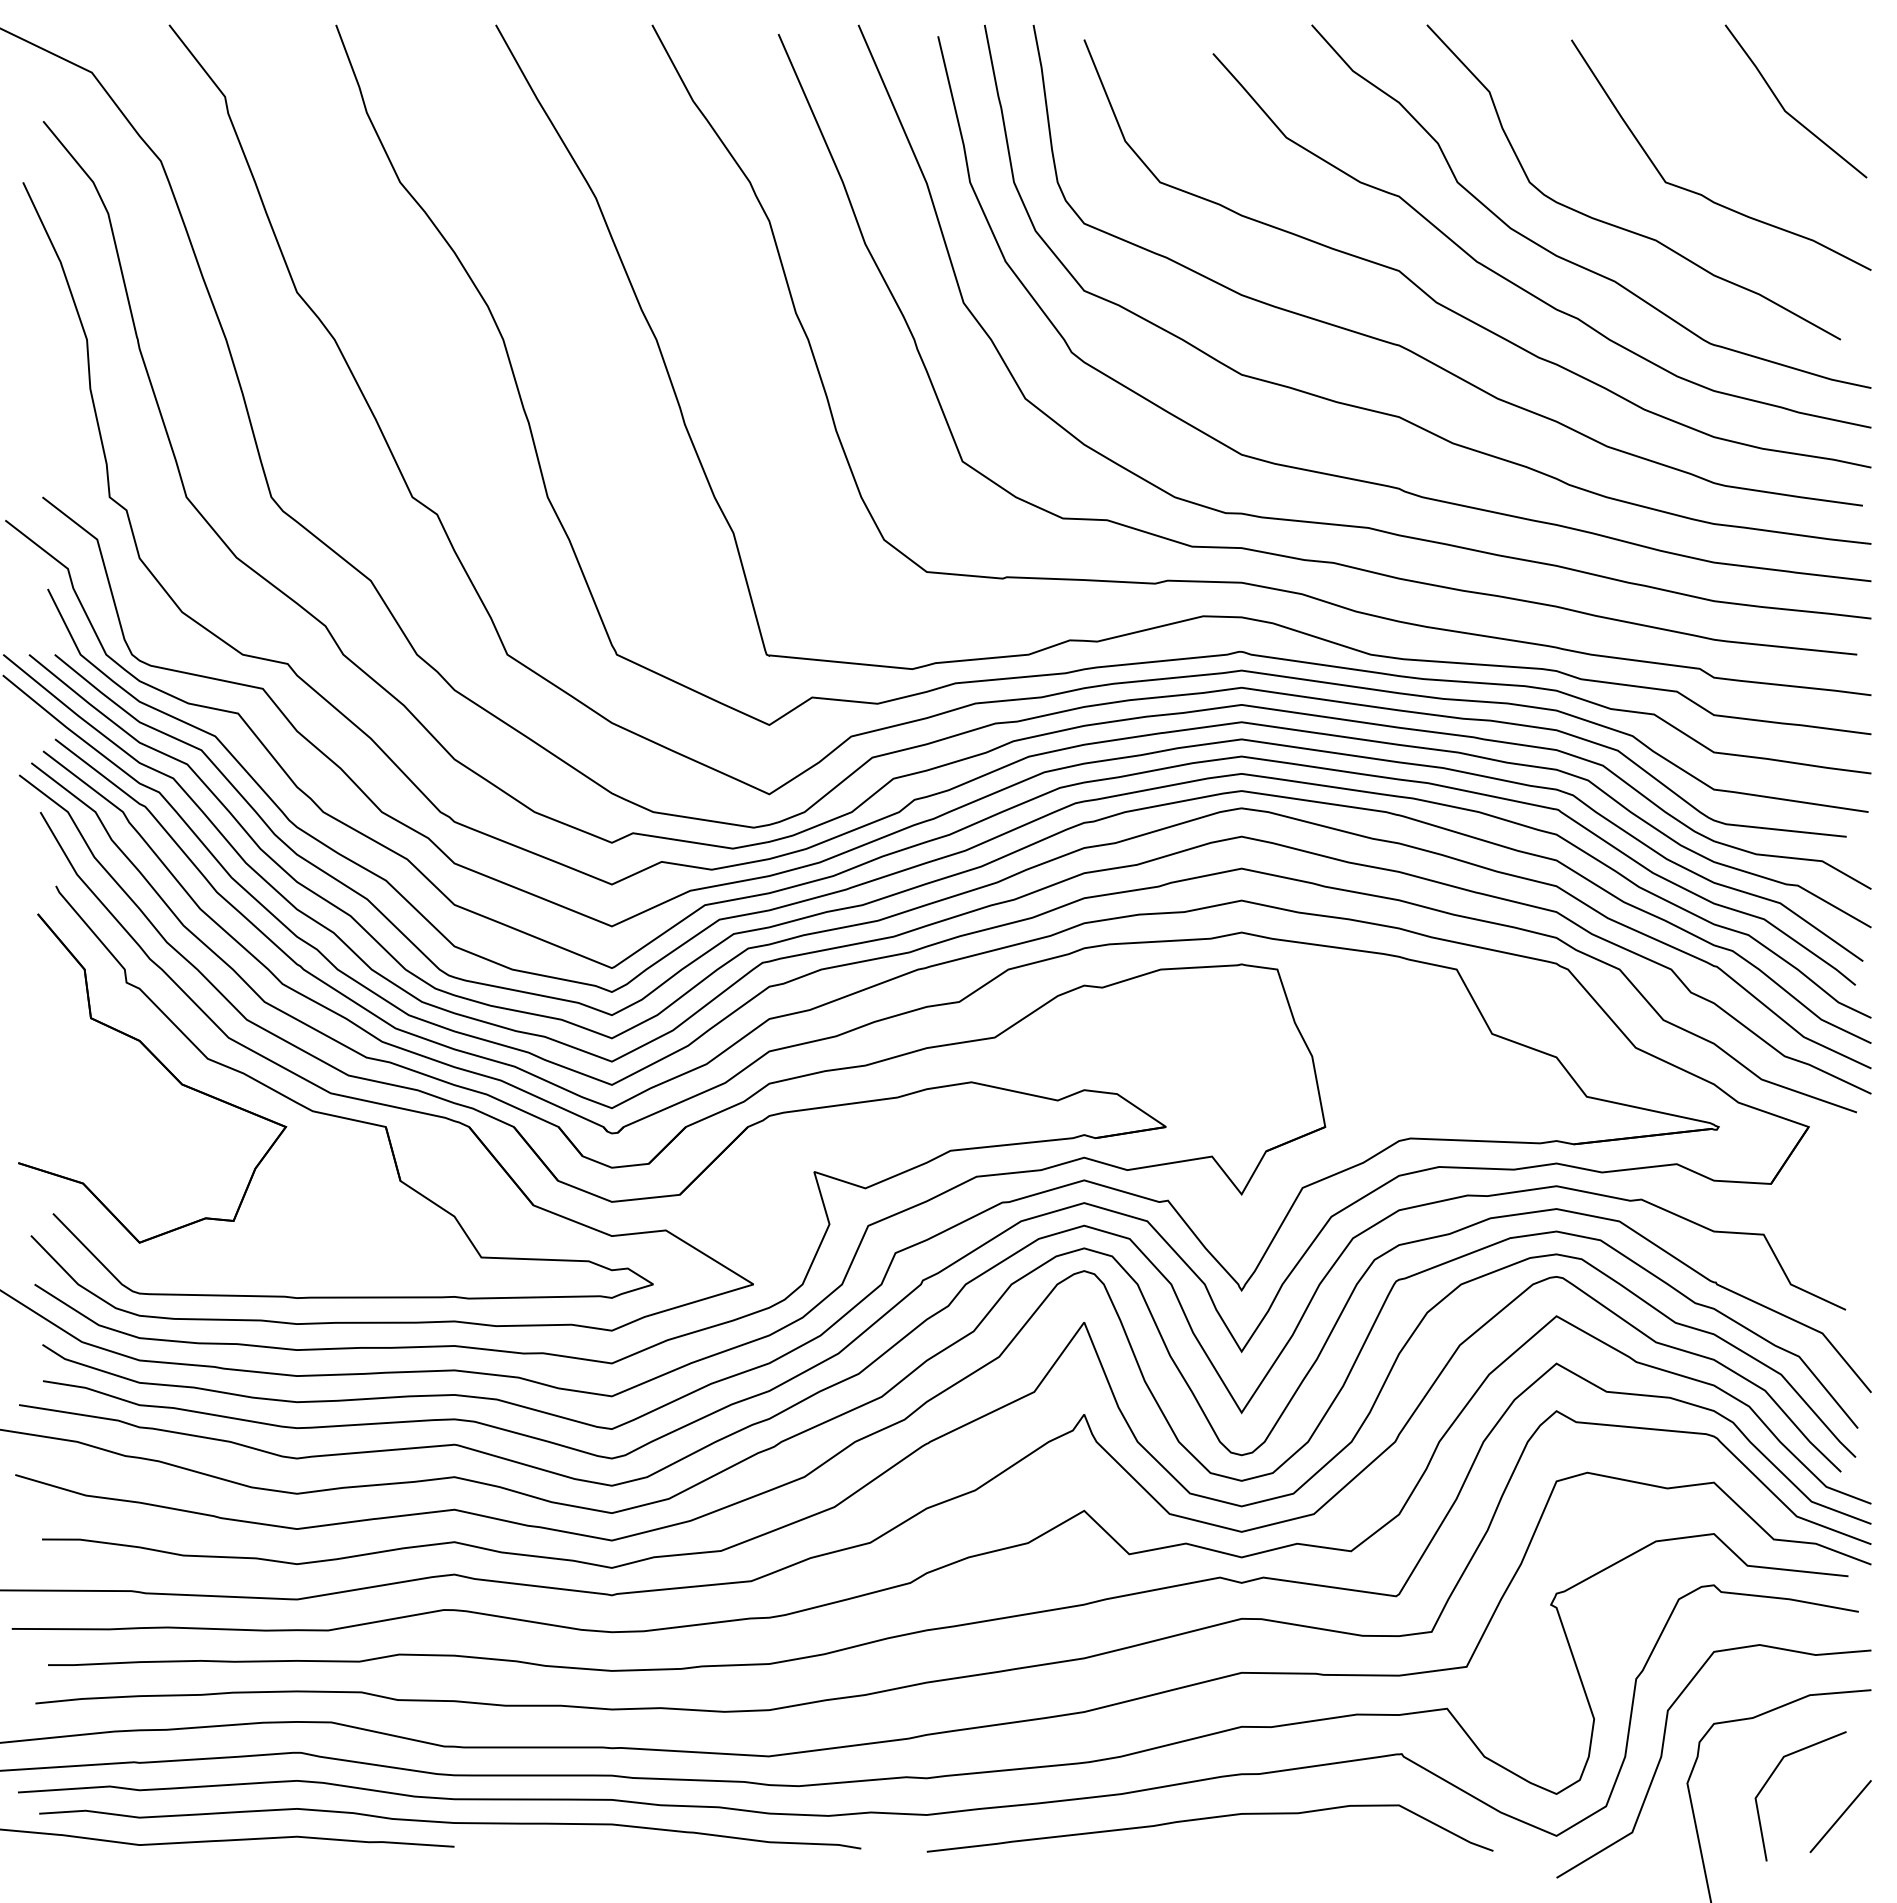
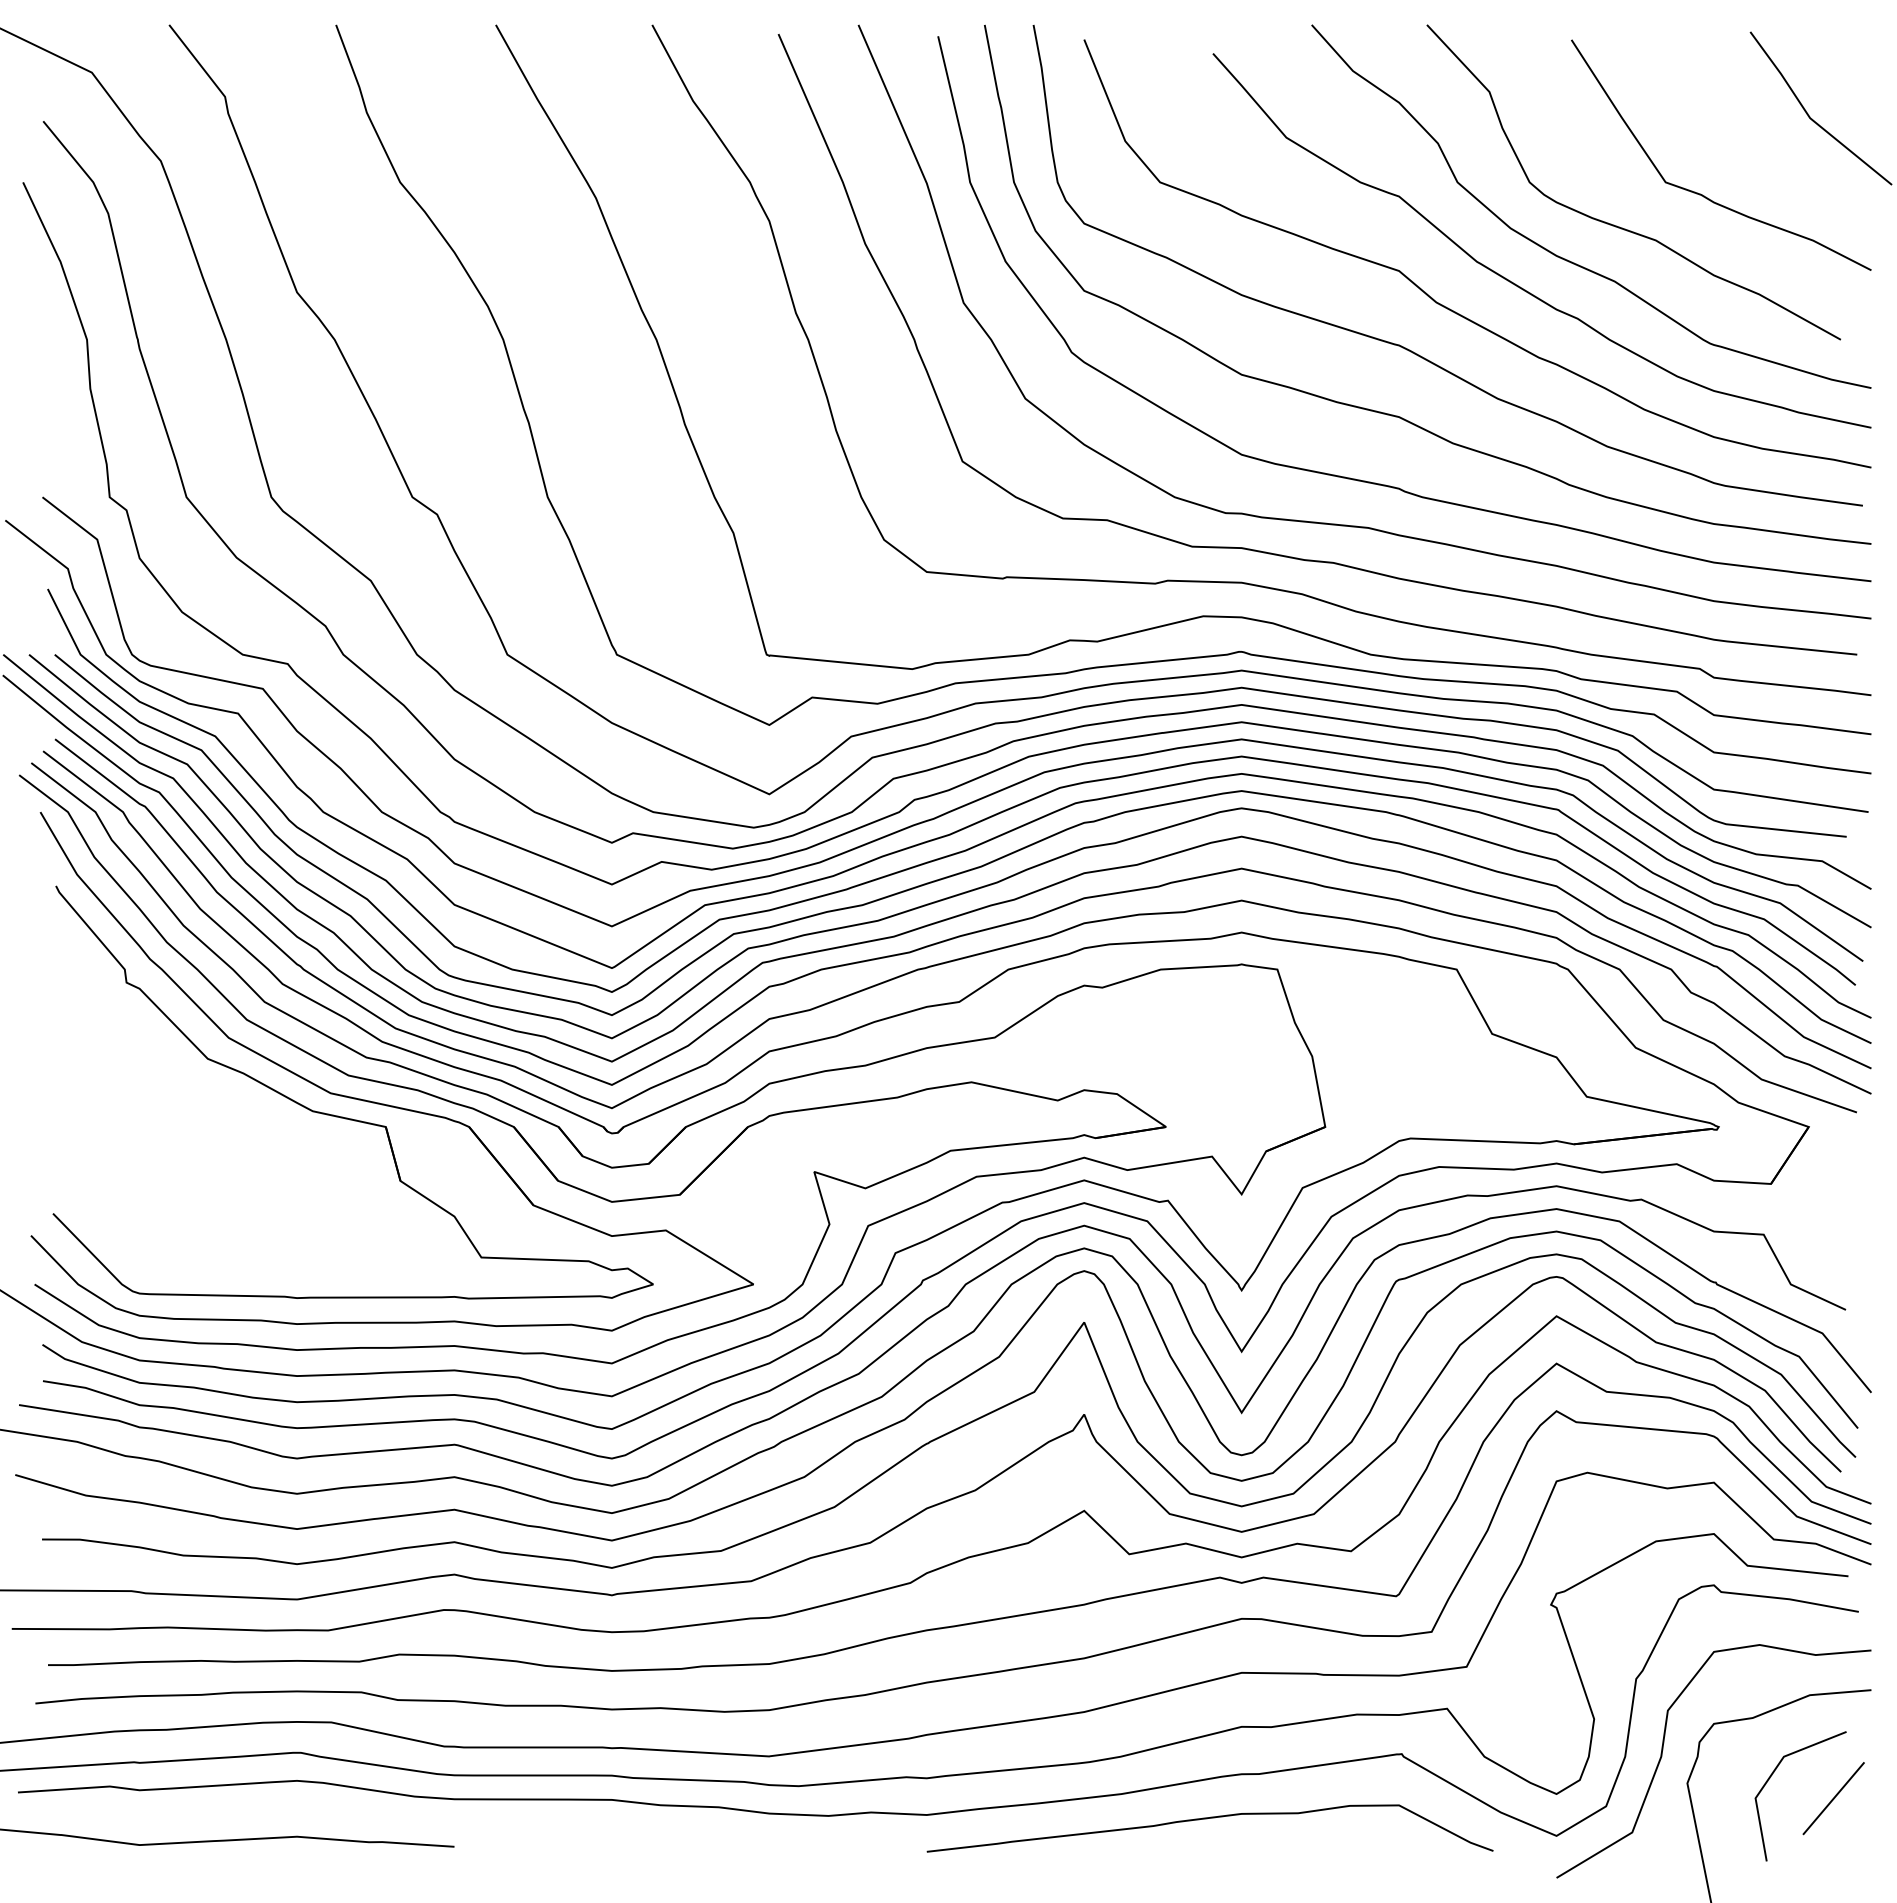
line at (1785, 109) position: (1785, 109) -> (1810, 116)
part at (163, 1066): present -> none
line at (1840, 1816) position: (1840, 1816) -> (1833, 1798)
curve at (450, 1823): present -> none
